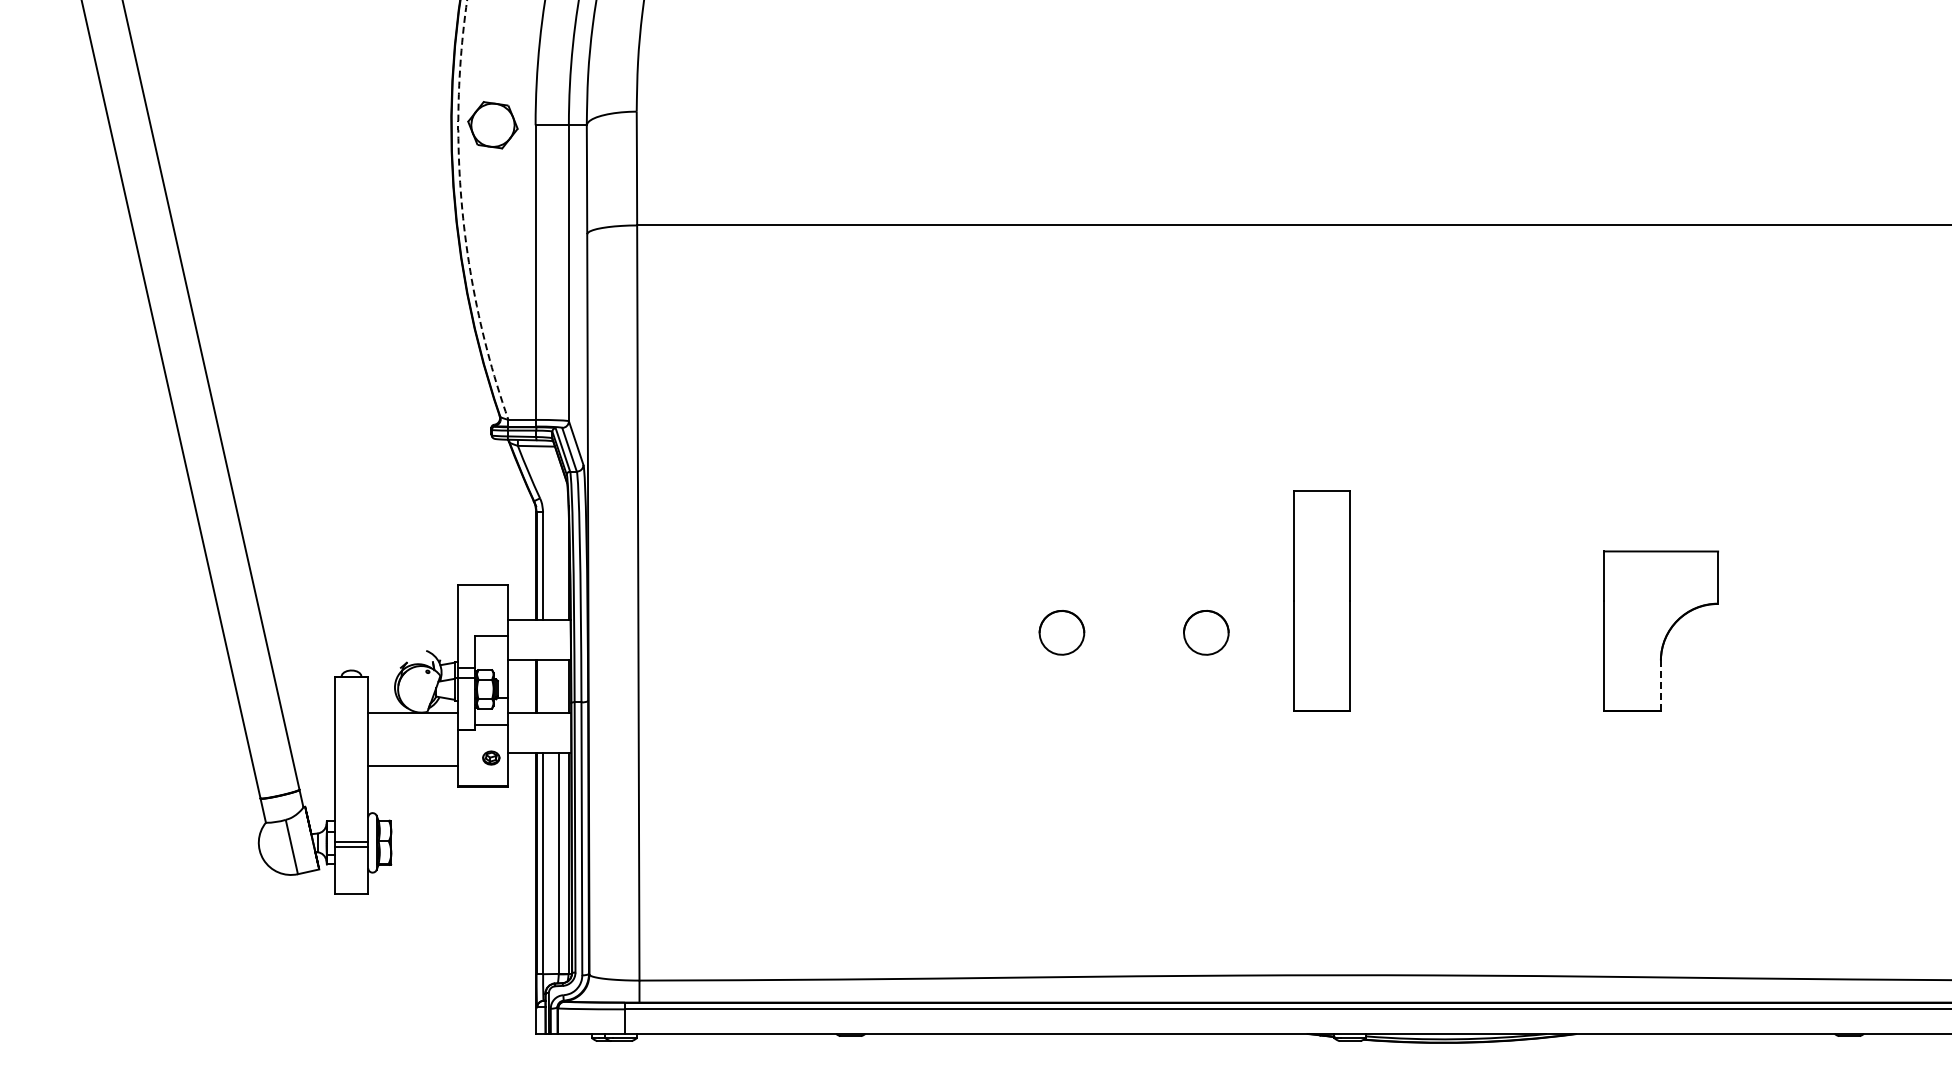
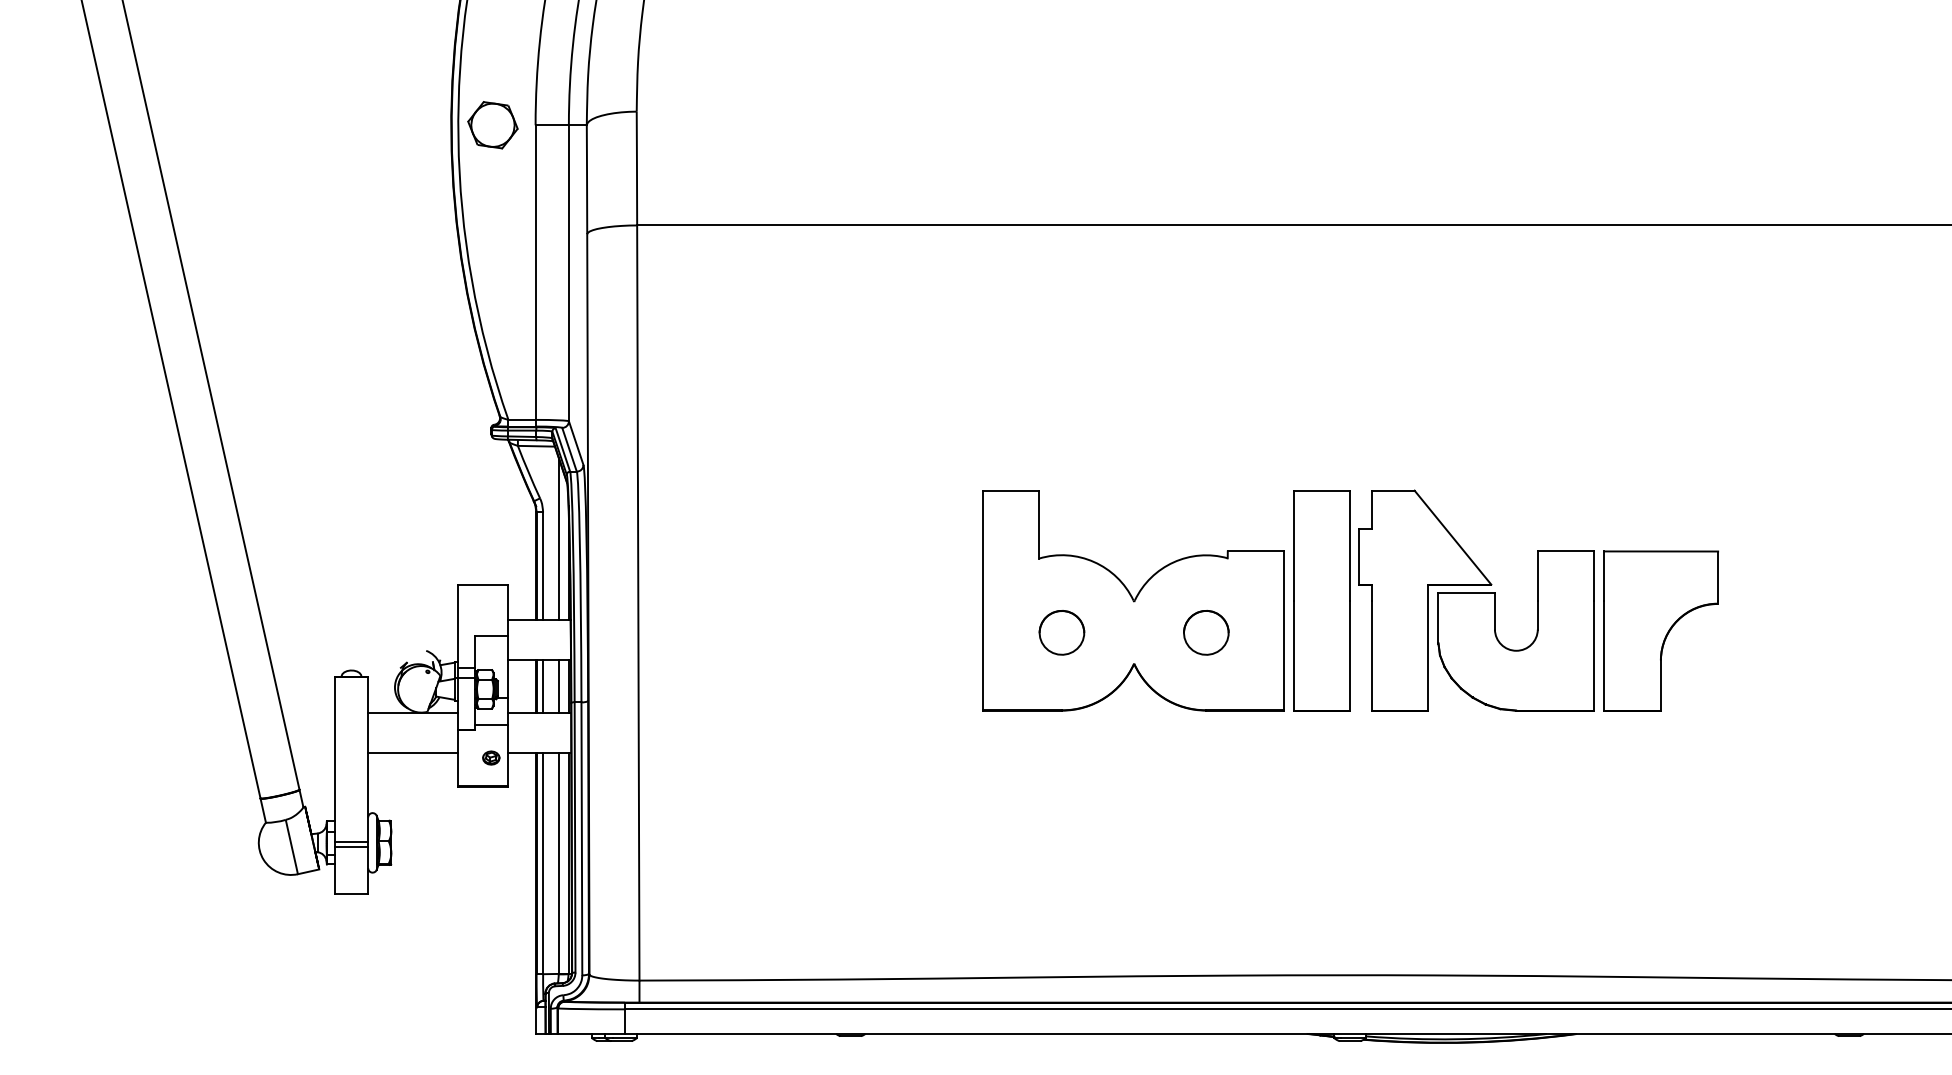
arc at (462, 211): dashed -> solid
line at (558, 538): none -> present
part at (1133, 600): none -> present
part at (1476, 600): none -> present
line at (1660, 685): dashed -> solid
line at (543, 686): none -> present
line at (558, 686): none -> present
line at (413, 766) position: (413, 766) -> (413, 753)
